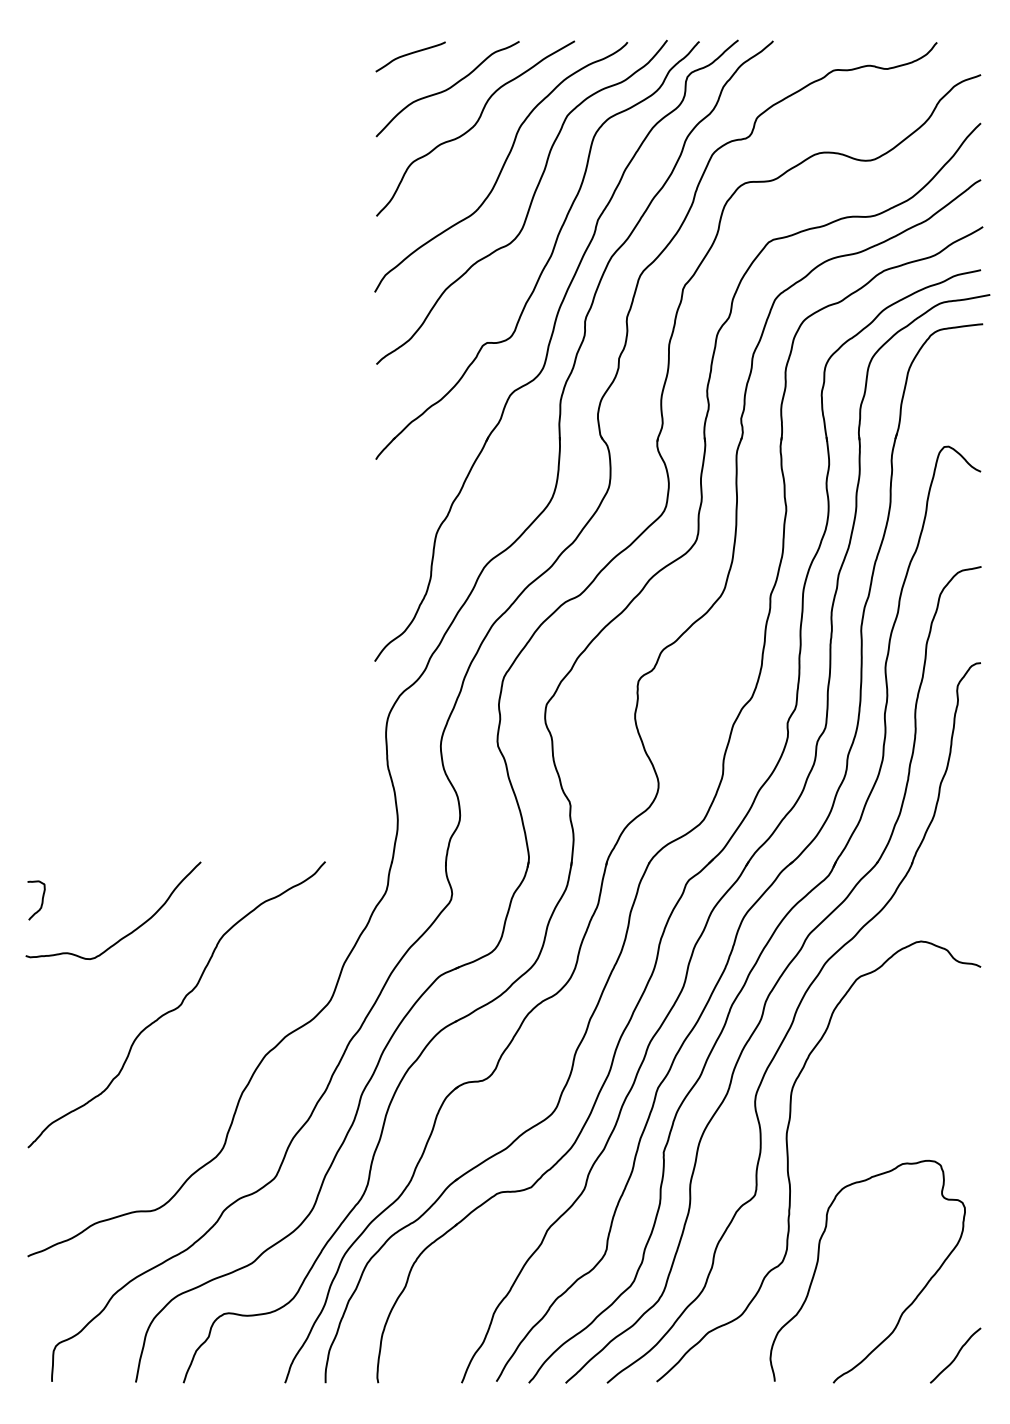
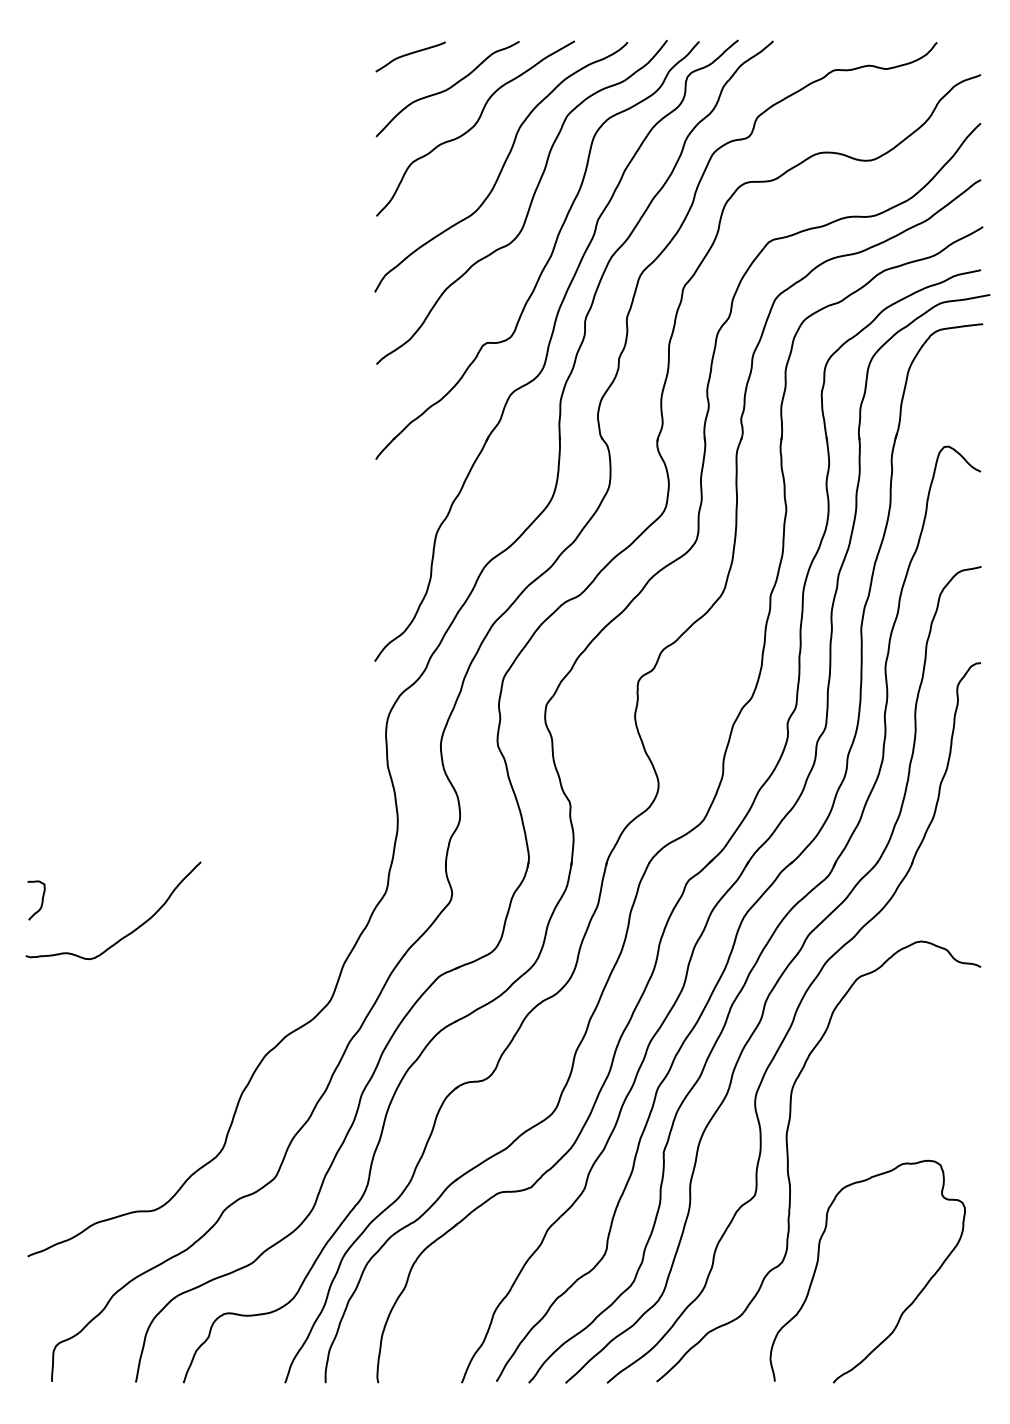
curve at (178, 1005): present -> none
curve at (956, 1355): present -> none
